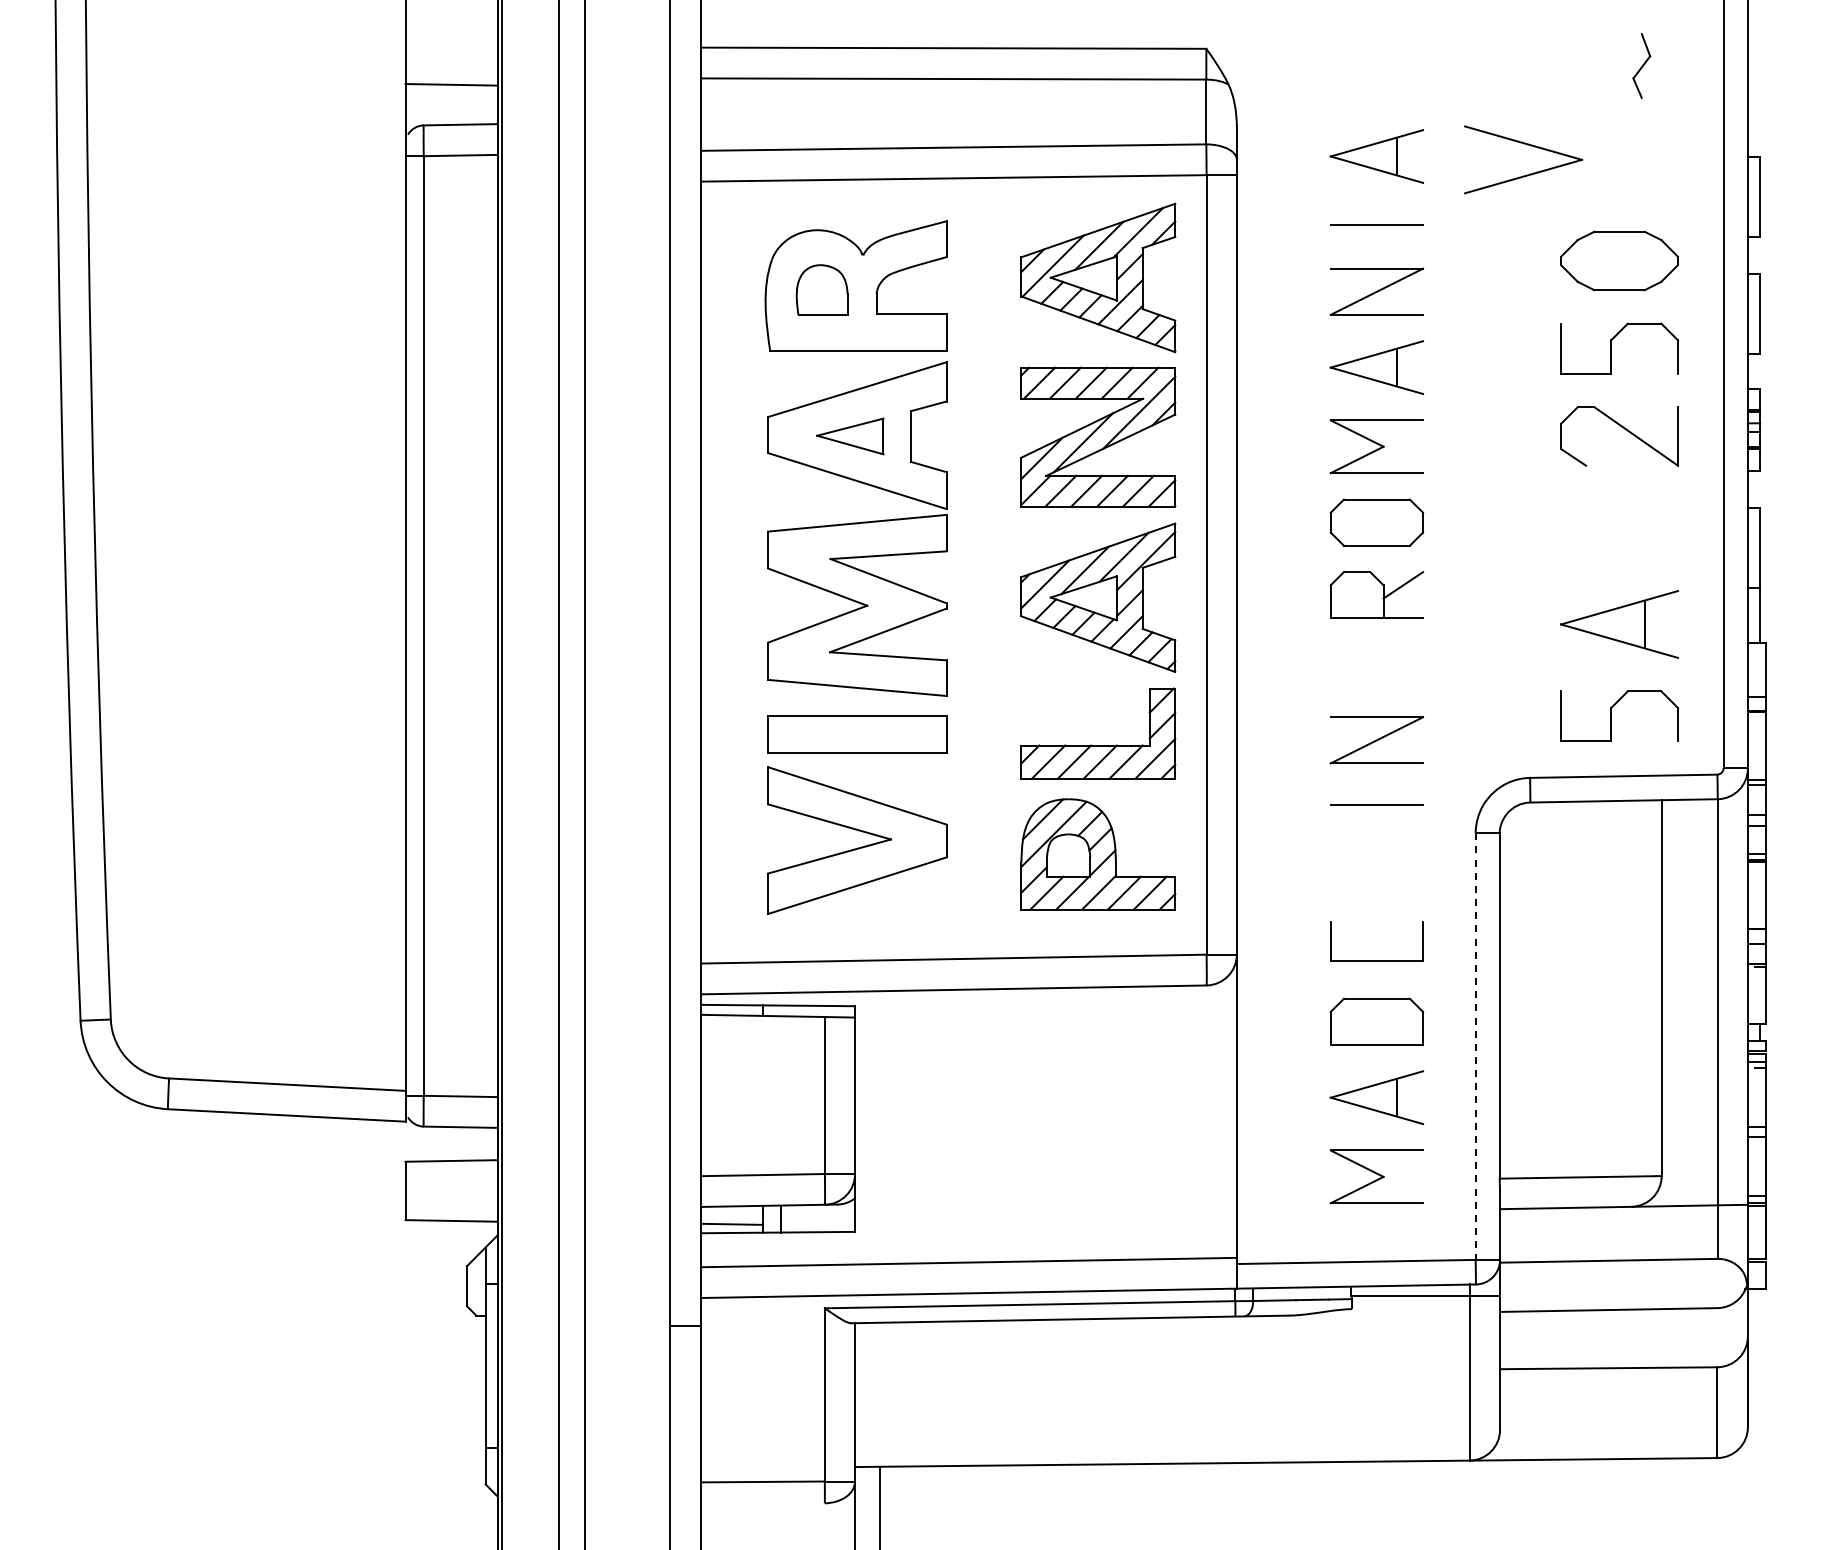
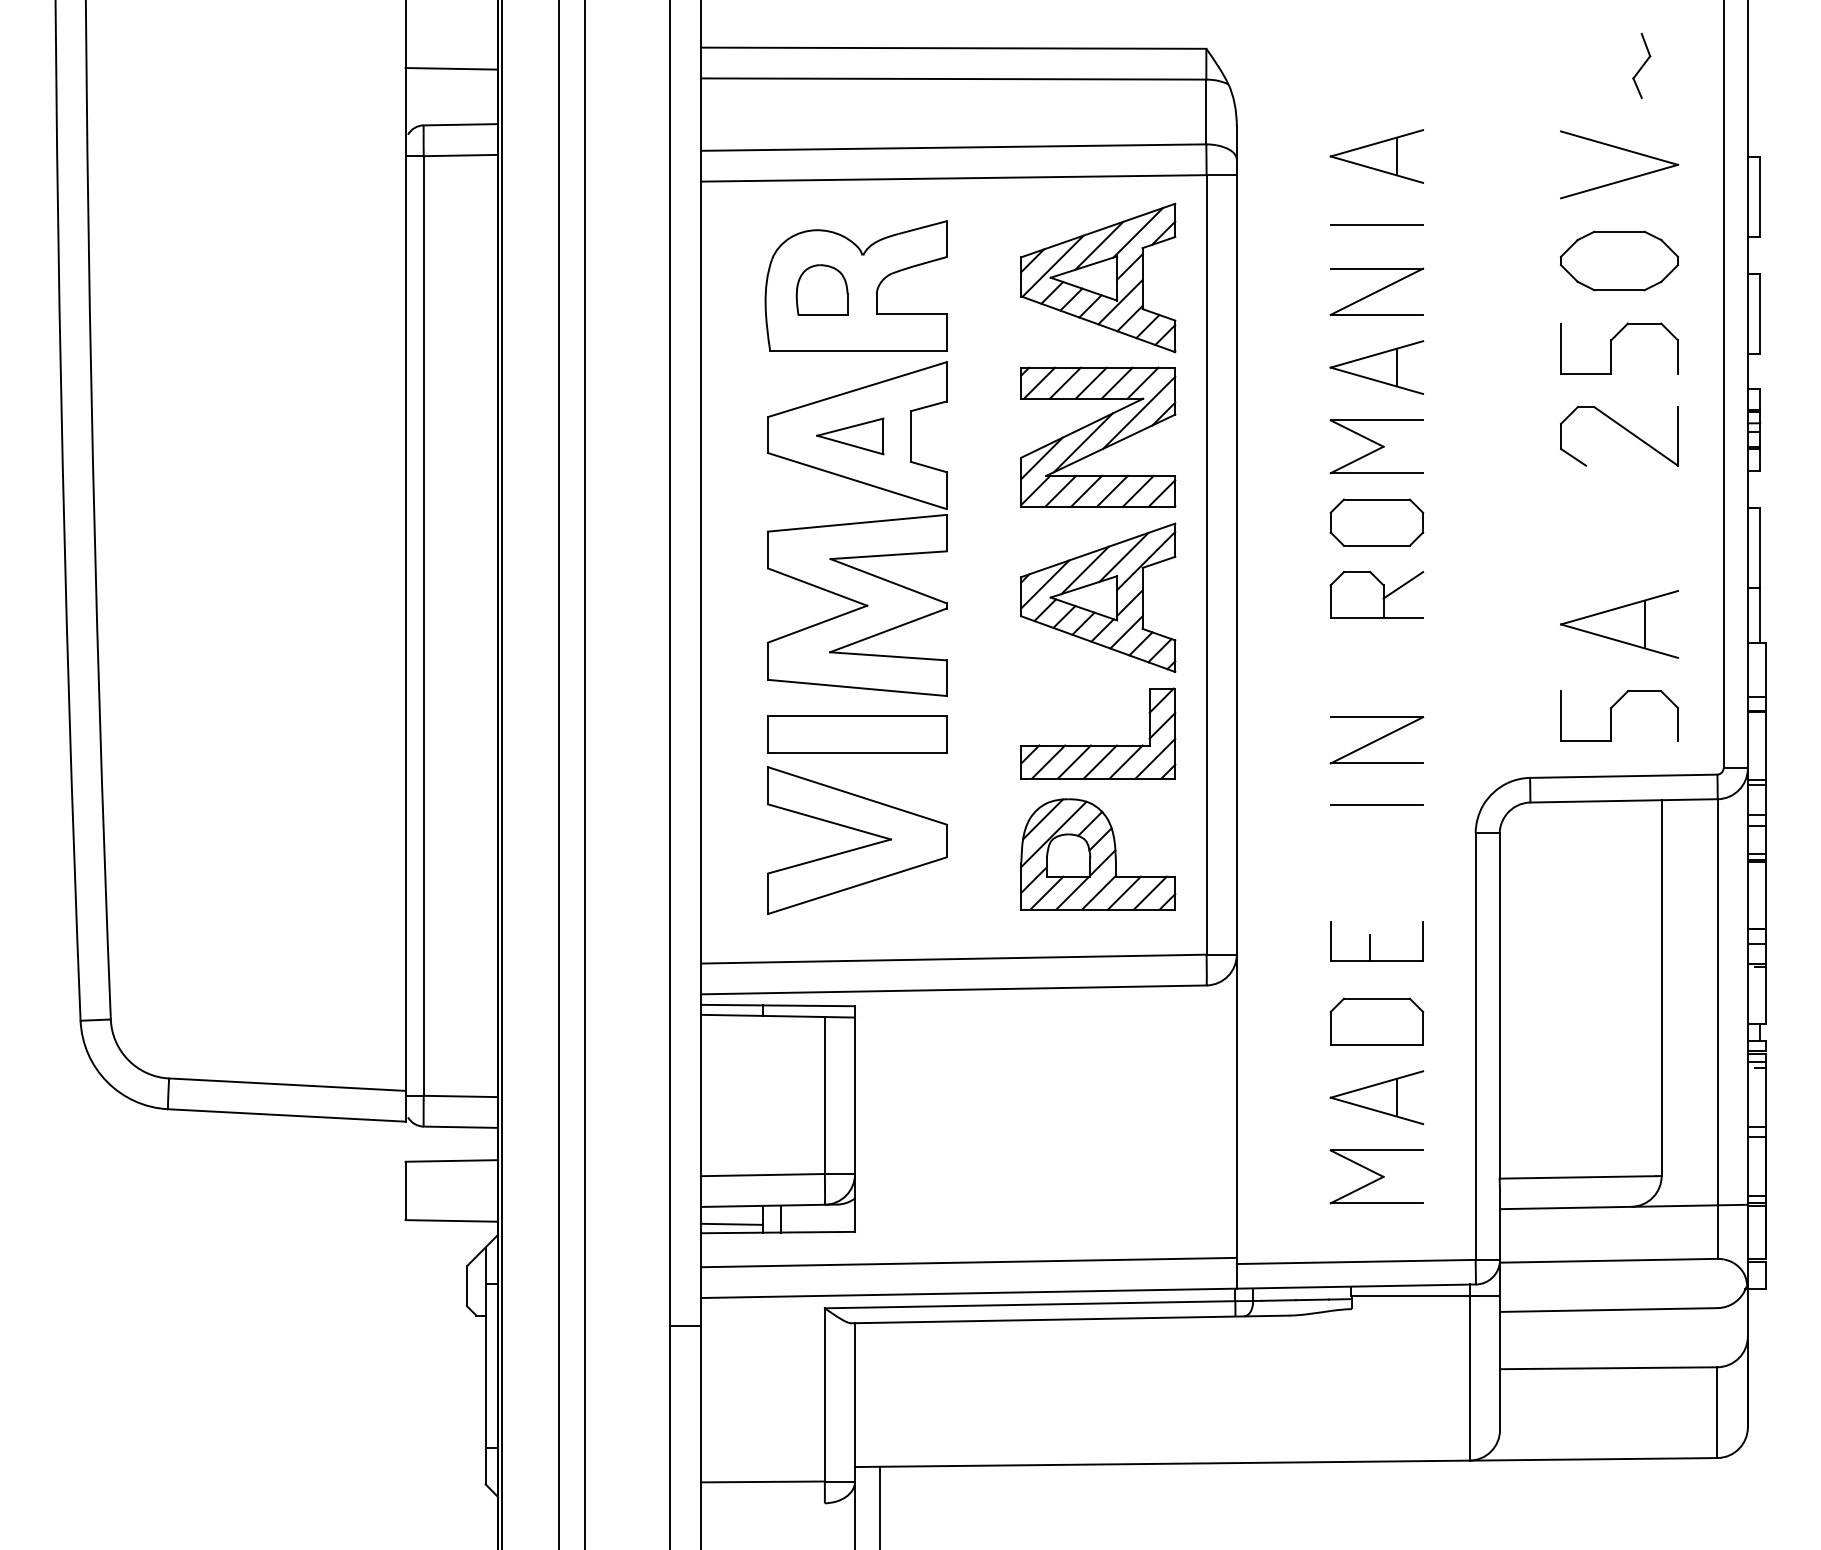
line at (451, 84) position: (451, 84) -> (451, 68)
part at (1527, 145) position: (1527, 145) -> (1623, 150)
line at (1370, 947): none -> present
line at (1475, 1047): dashed -> solid
